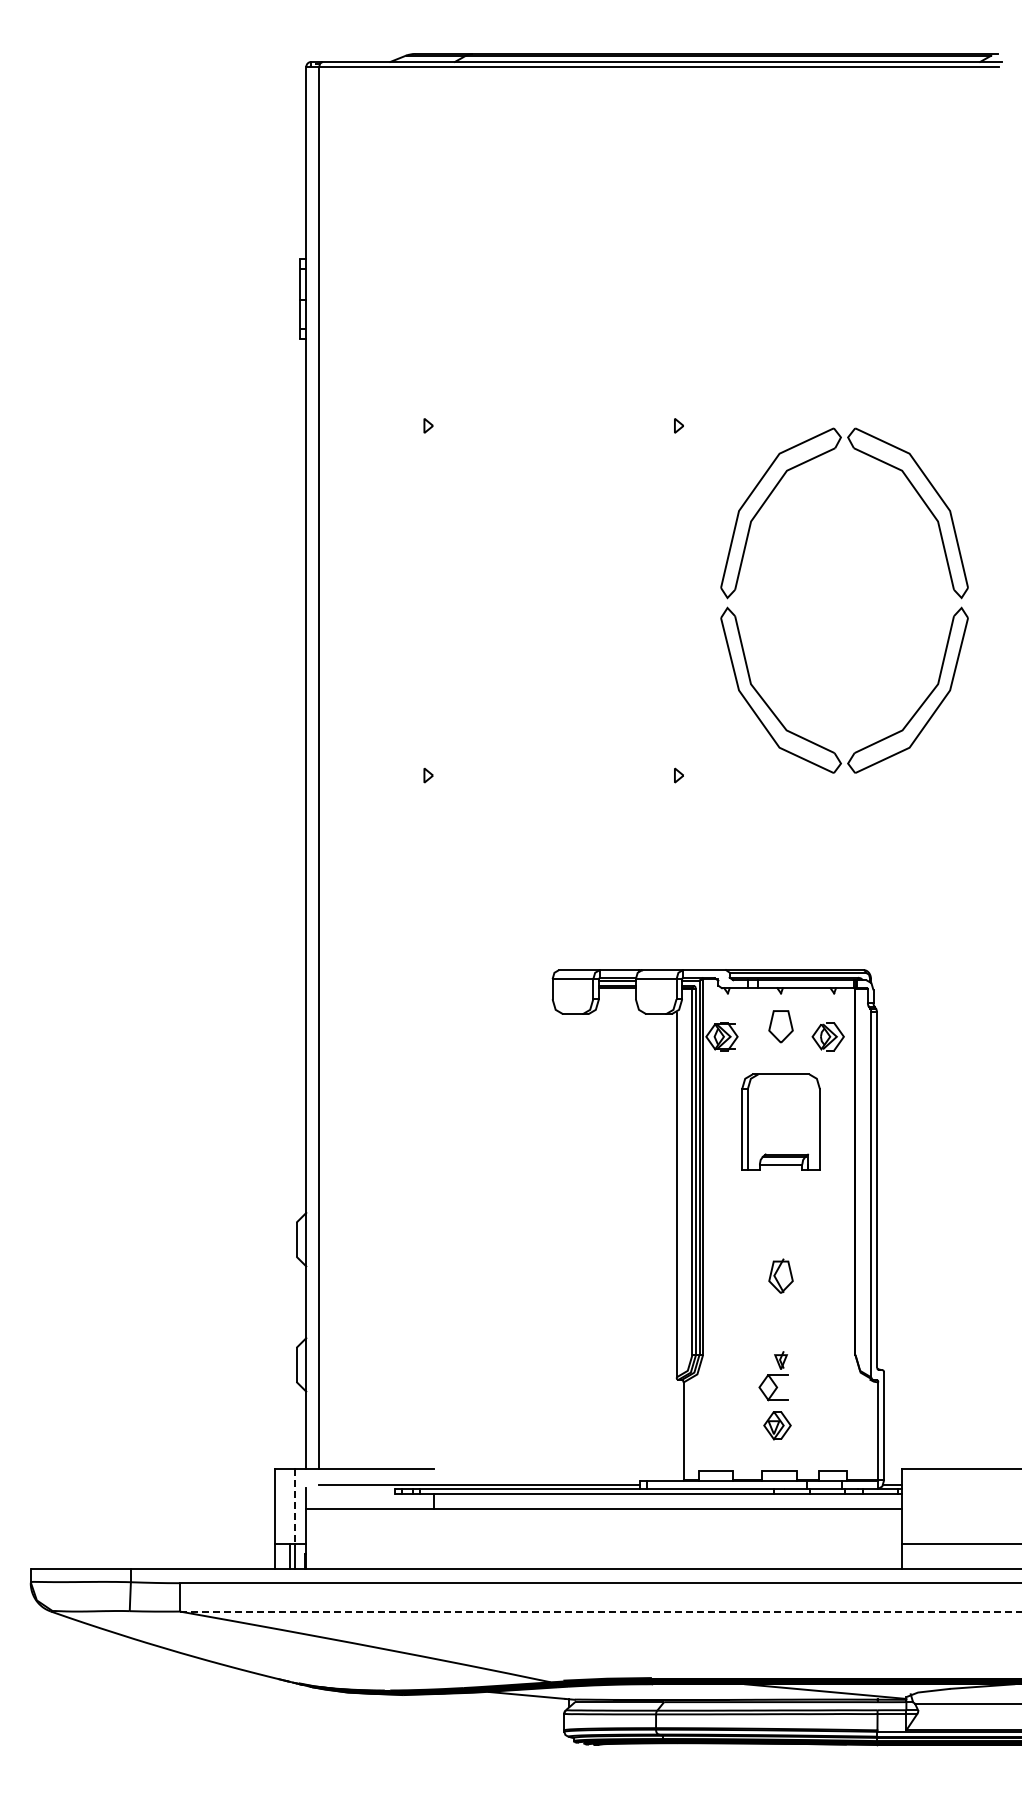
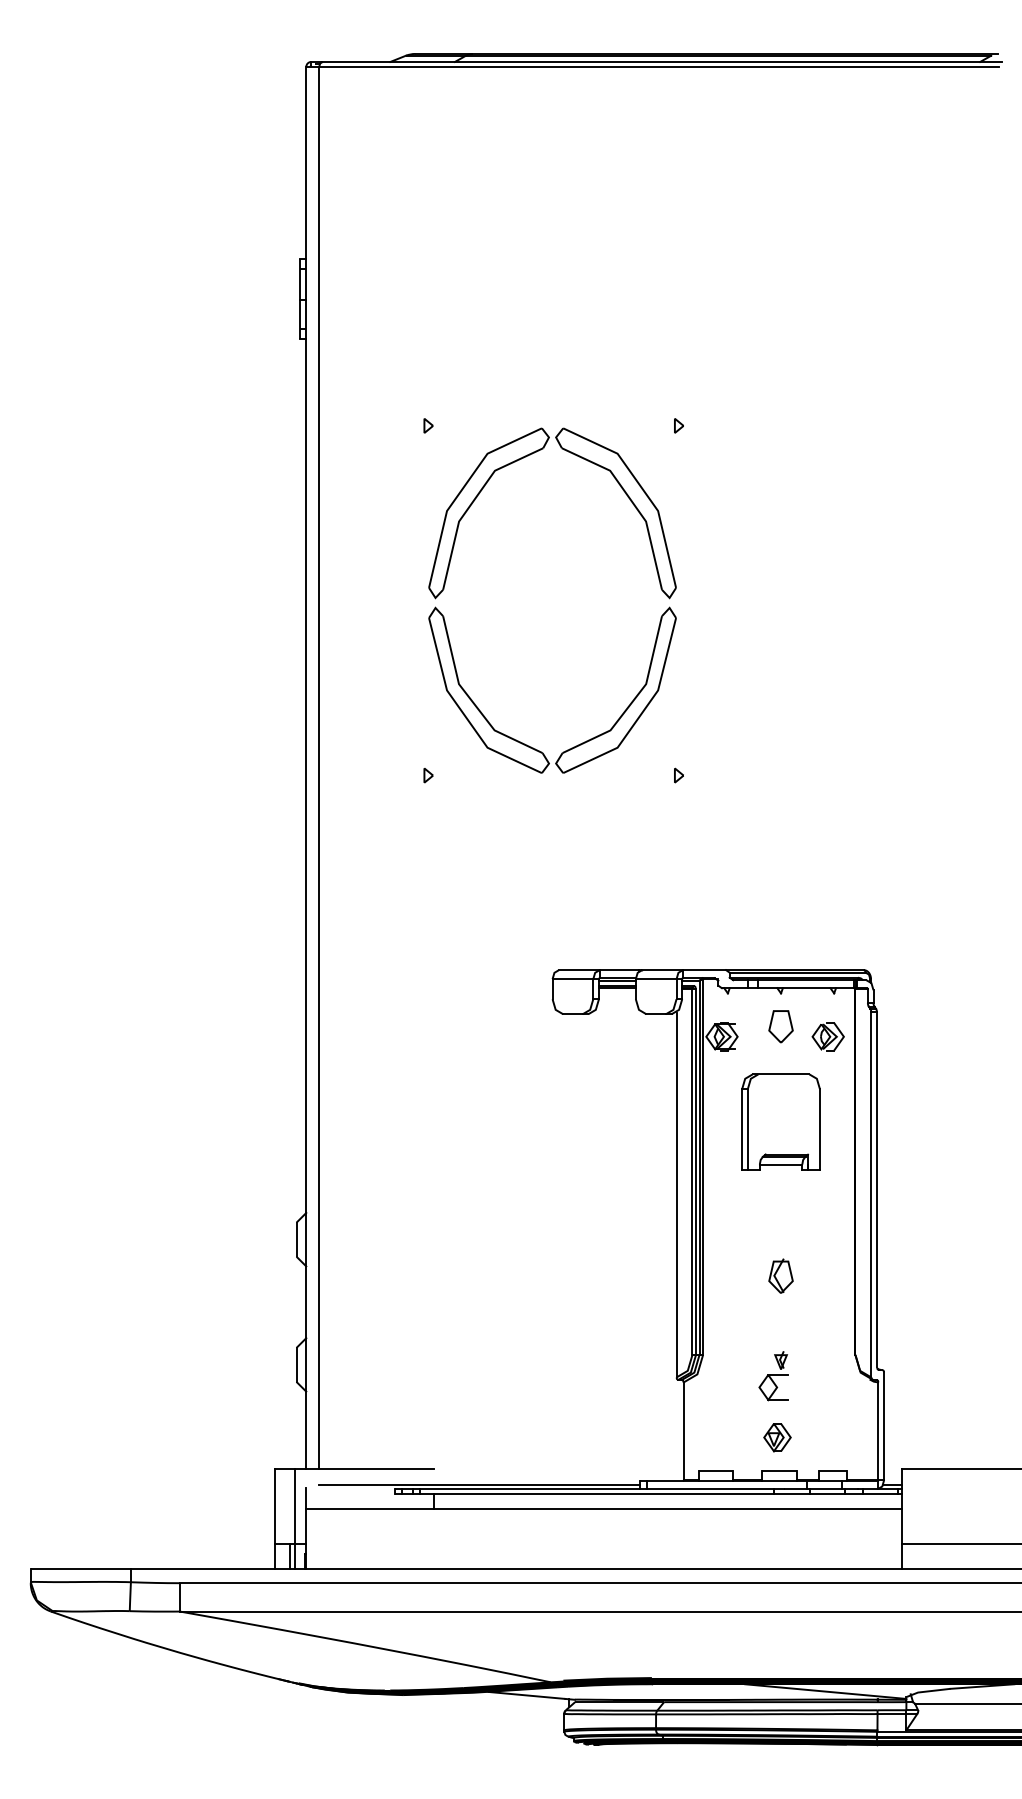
part at (740, 572) position: (740, 572) -> (448, 572)
part at (777, 1425) position: (777, 1425) -> (777, 1437)
line at (295, 1506): dashed -> solid
line at (600, 1611): dashed -> solid
